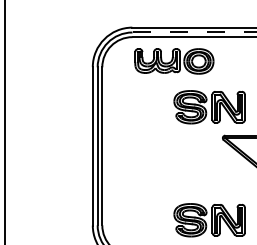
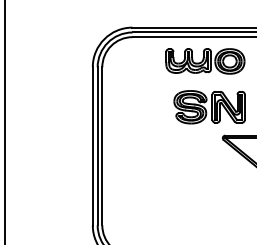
line at (194, 32): dashed -> solid
part at (174, 61) position: (174, 61) -> (205, 61)
part at (209, 220): present -> none
